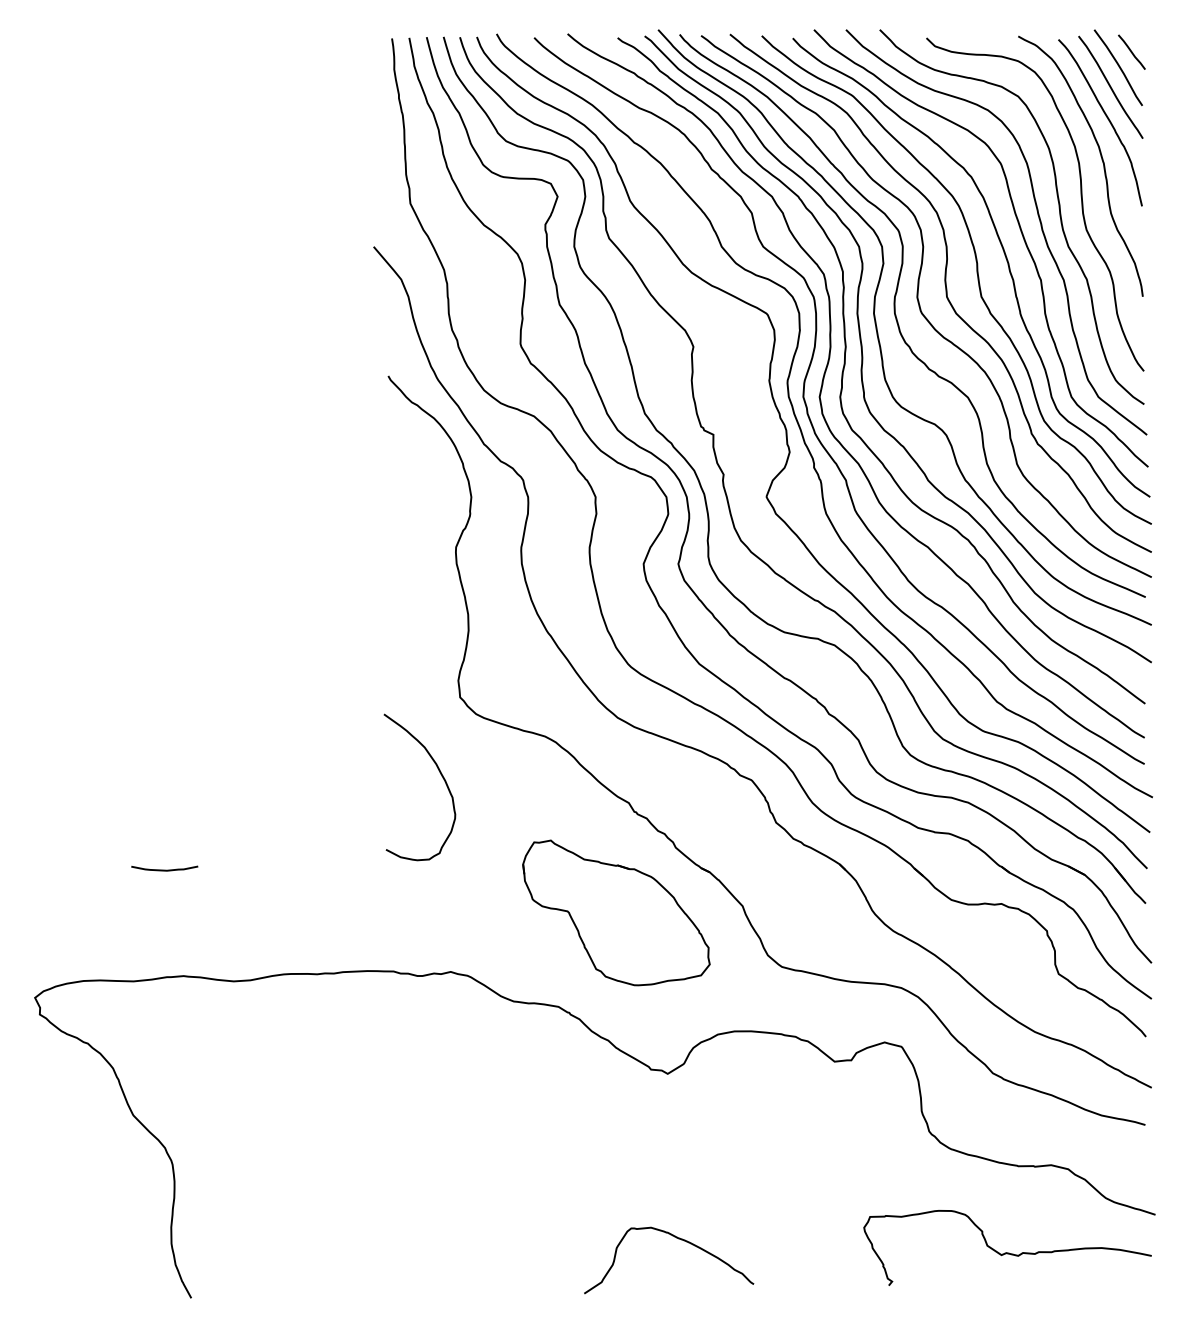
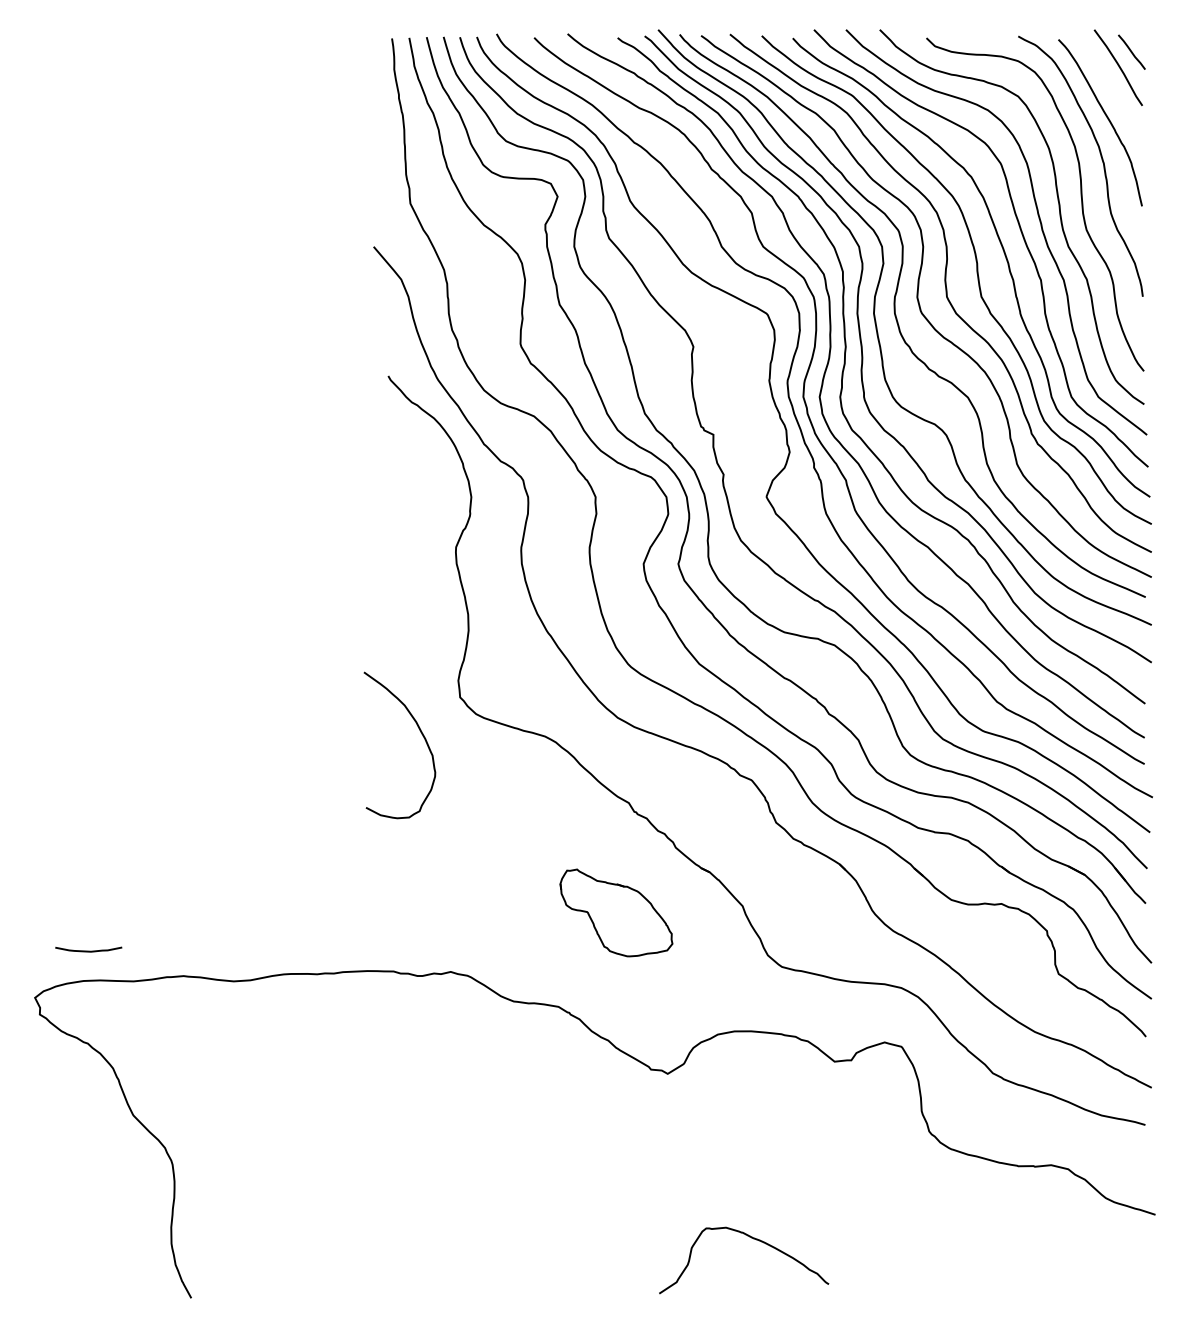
curve at (1110, 86): present -> none
curve at (441, 776) position: (441, 776) -> (421, 734)
curve at (164, 869) position: (164, 869) -> (88, 950)
part at (616, 912) size: 189x148 px -> 115x90 px
curve at (678, 1239) position: (678, 1239) -> (753, 1239)
curve at (1007, 1252): present -> none
